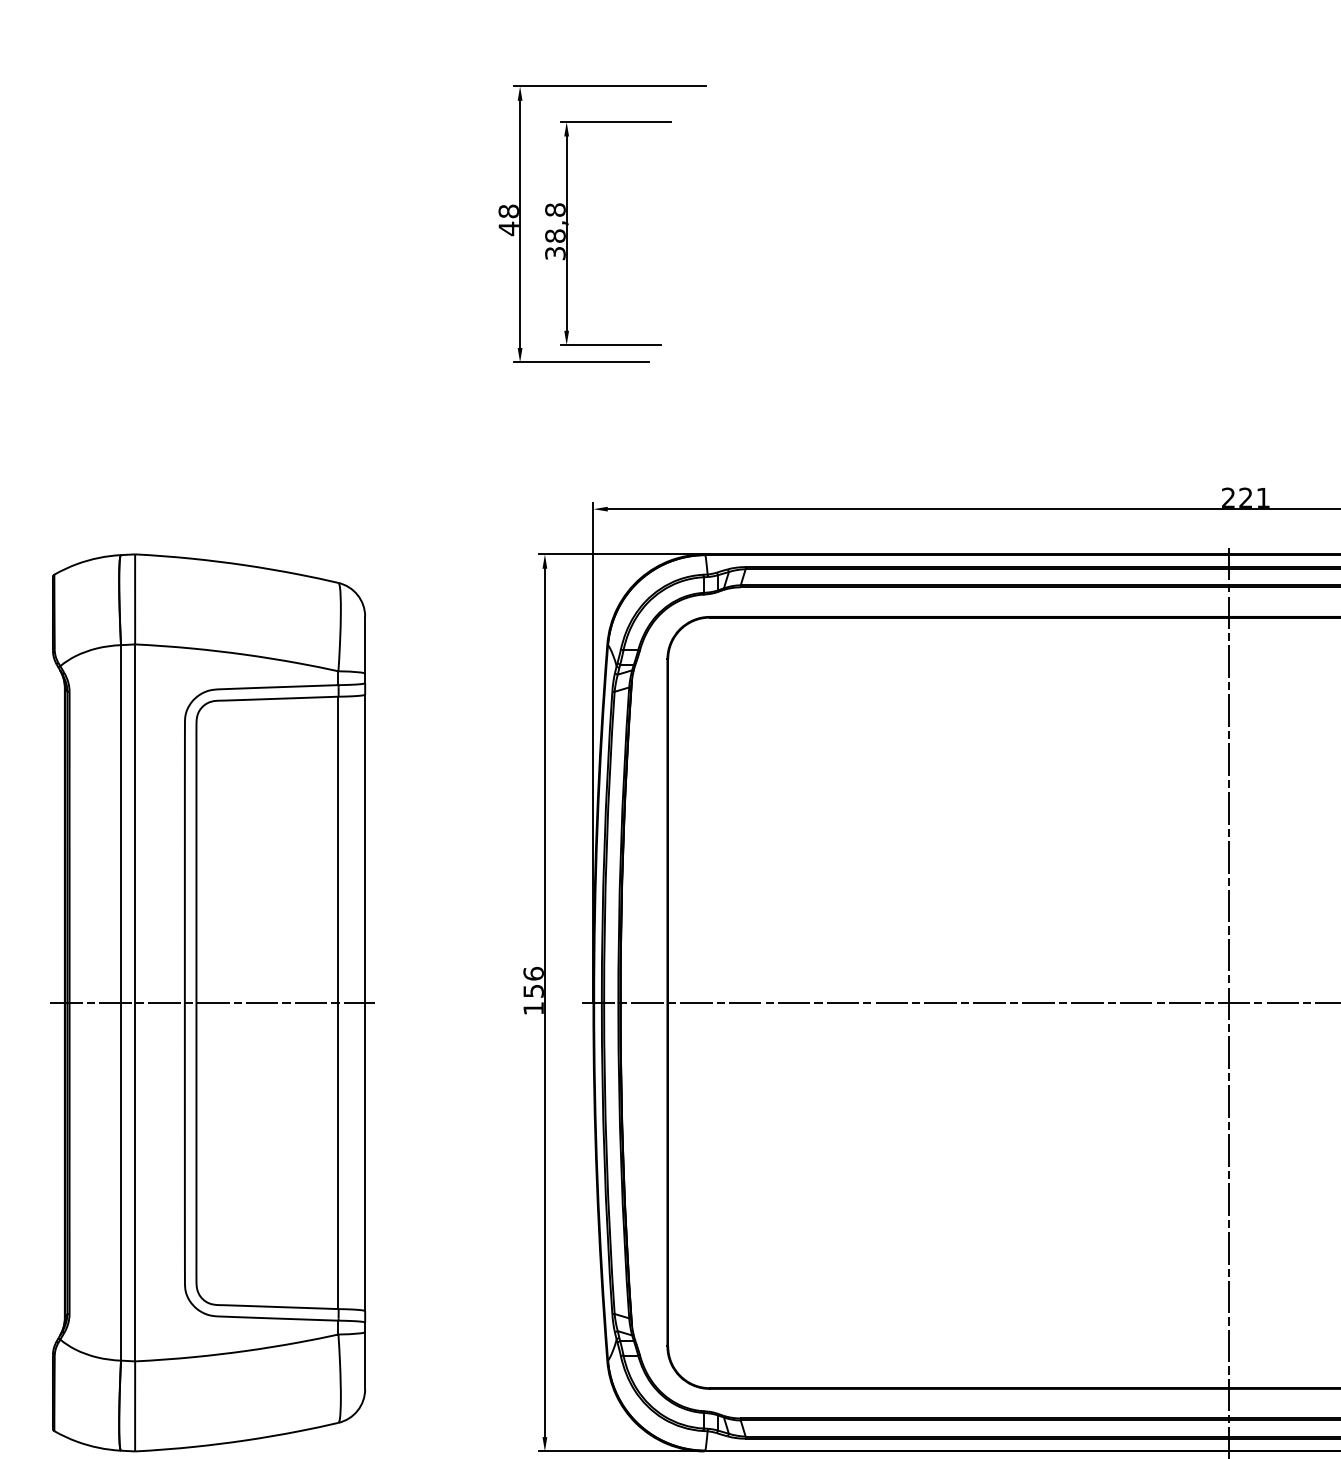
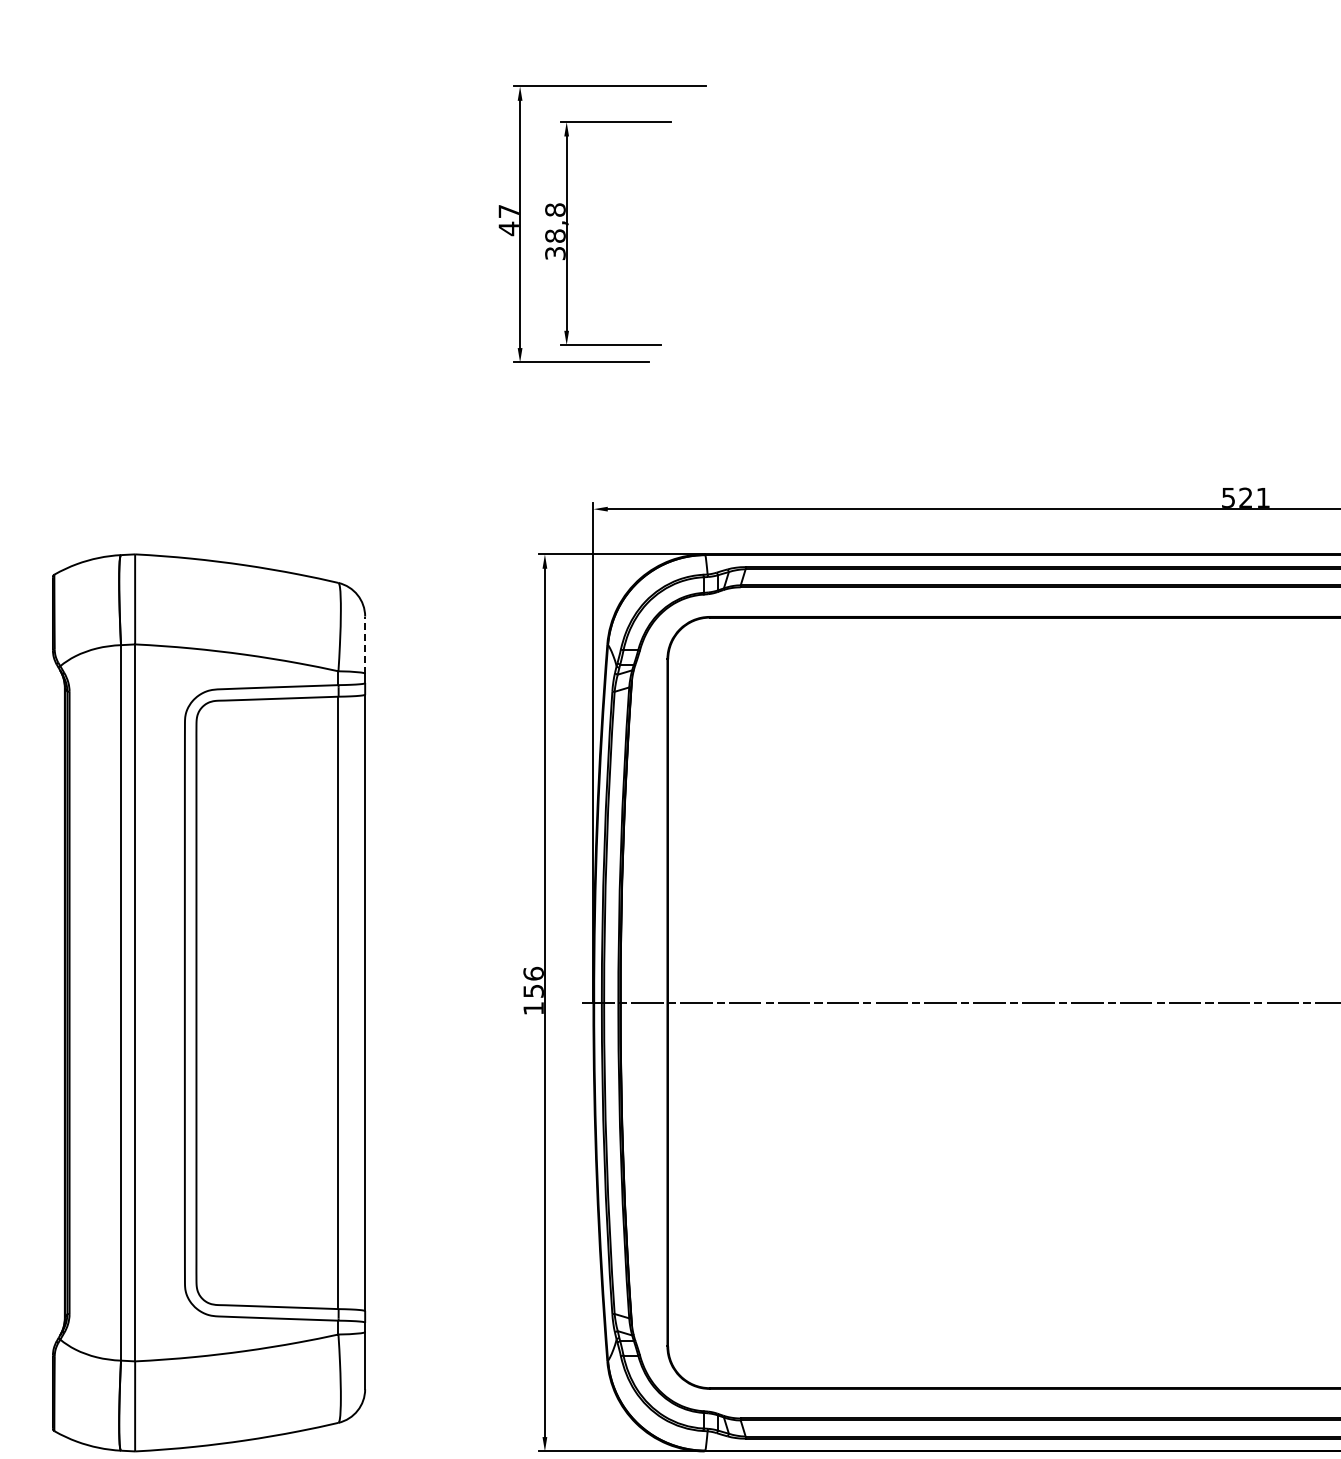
text at (508, 211): 48 -> 47
text at (1228, 497): 221 -> 521
line at (365, 645): solid -> dashed
line at (1228, 999): present -> none
line at (212, 1002): present -> none
